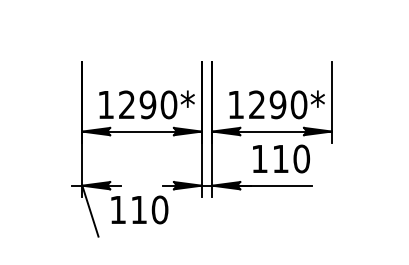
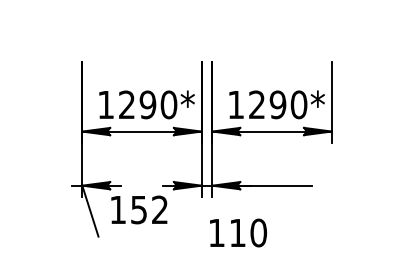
text at (281, 158) position: (281, 158) -> (238, 232)
text at (149, 209): 110 -> 152
